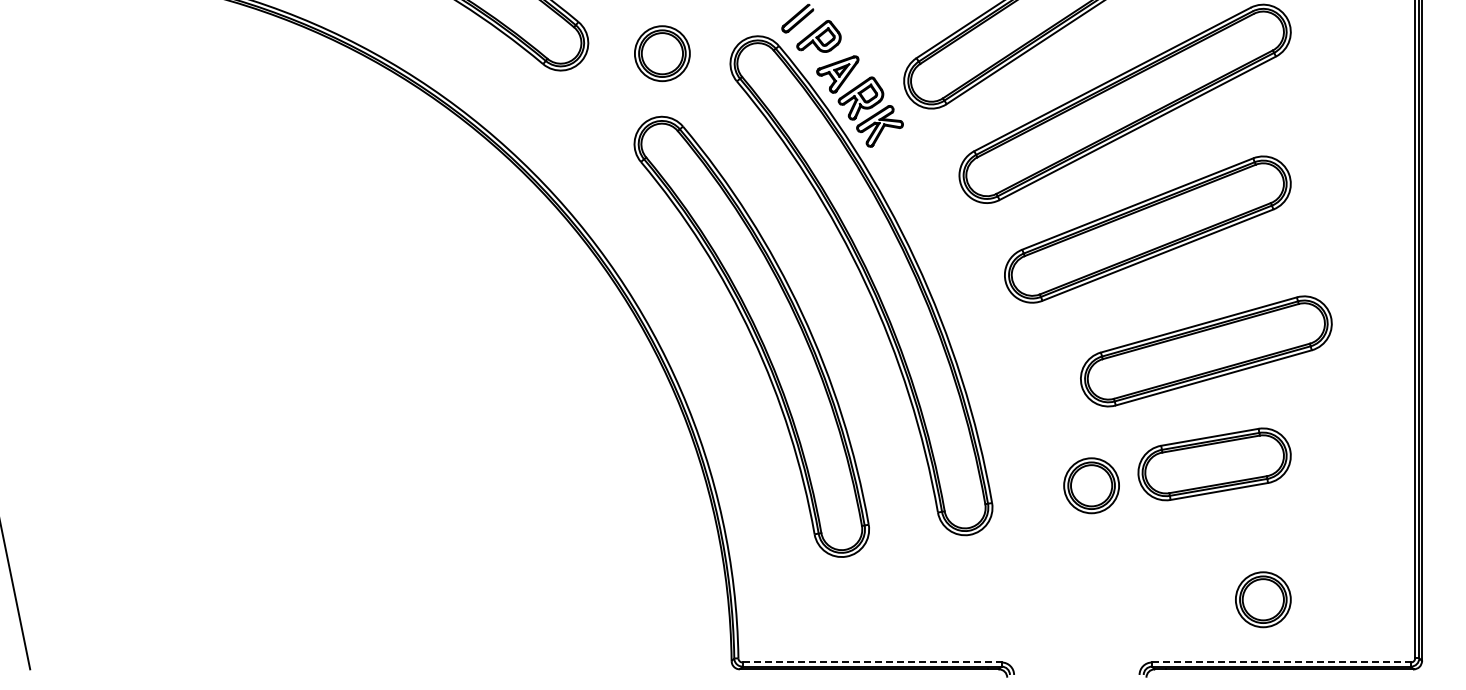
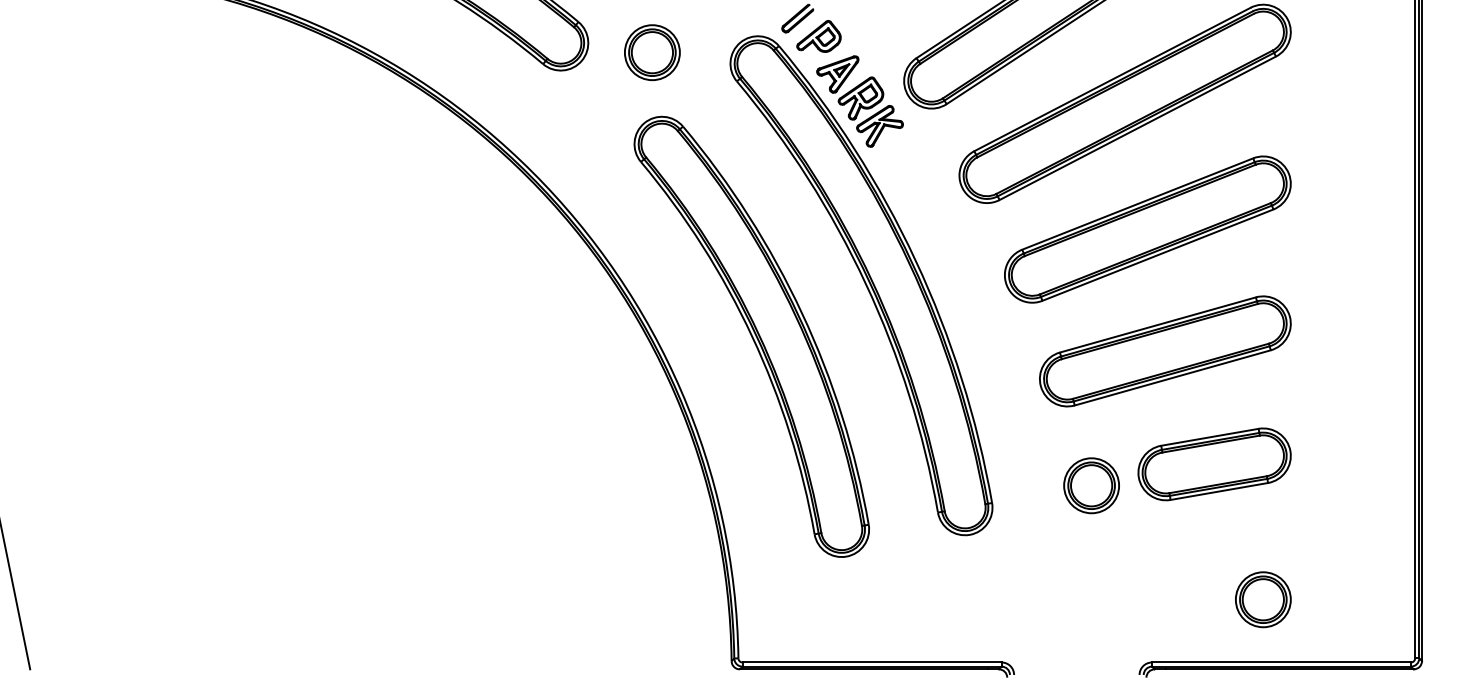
part at (662, 53) position: (662, 53) -> (652, 52)
part at (1206, 351) position: (1206, 351) -> (1165, 351)
line at (872, 662): dashed -> solid
line at (1282, 662): dashed -> solid
